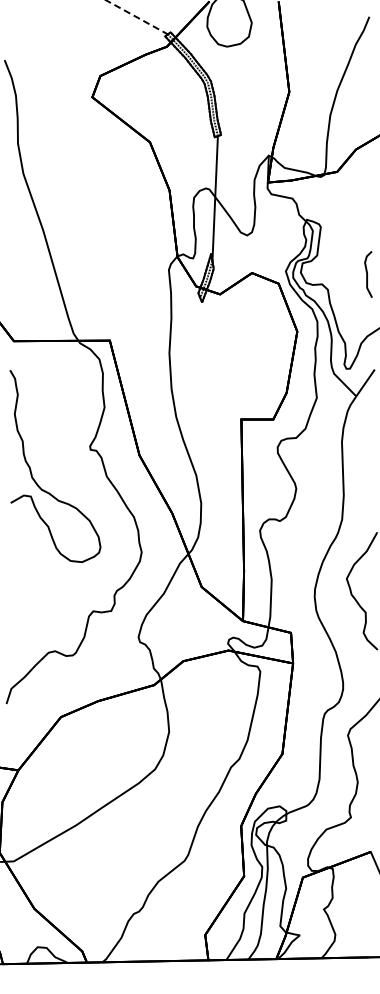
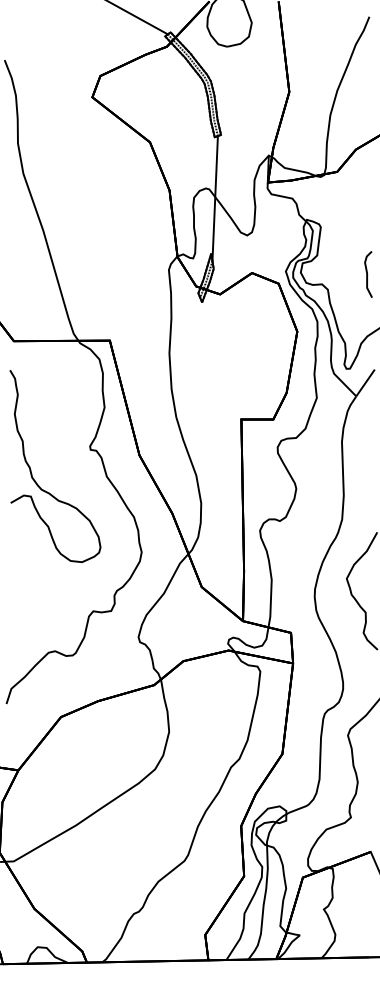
line at (137, 17): dashed -> solid
